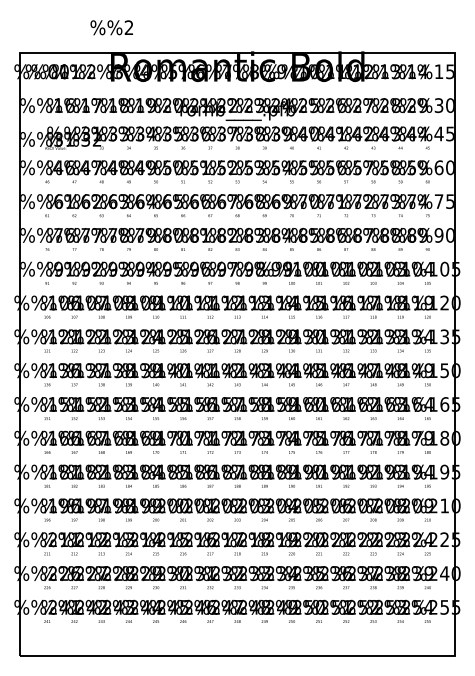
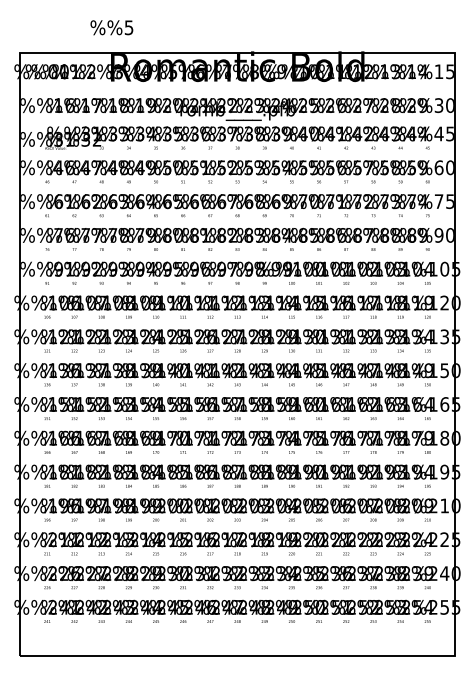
text at (128, 27): %%2 -> %%5
